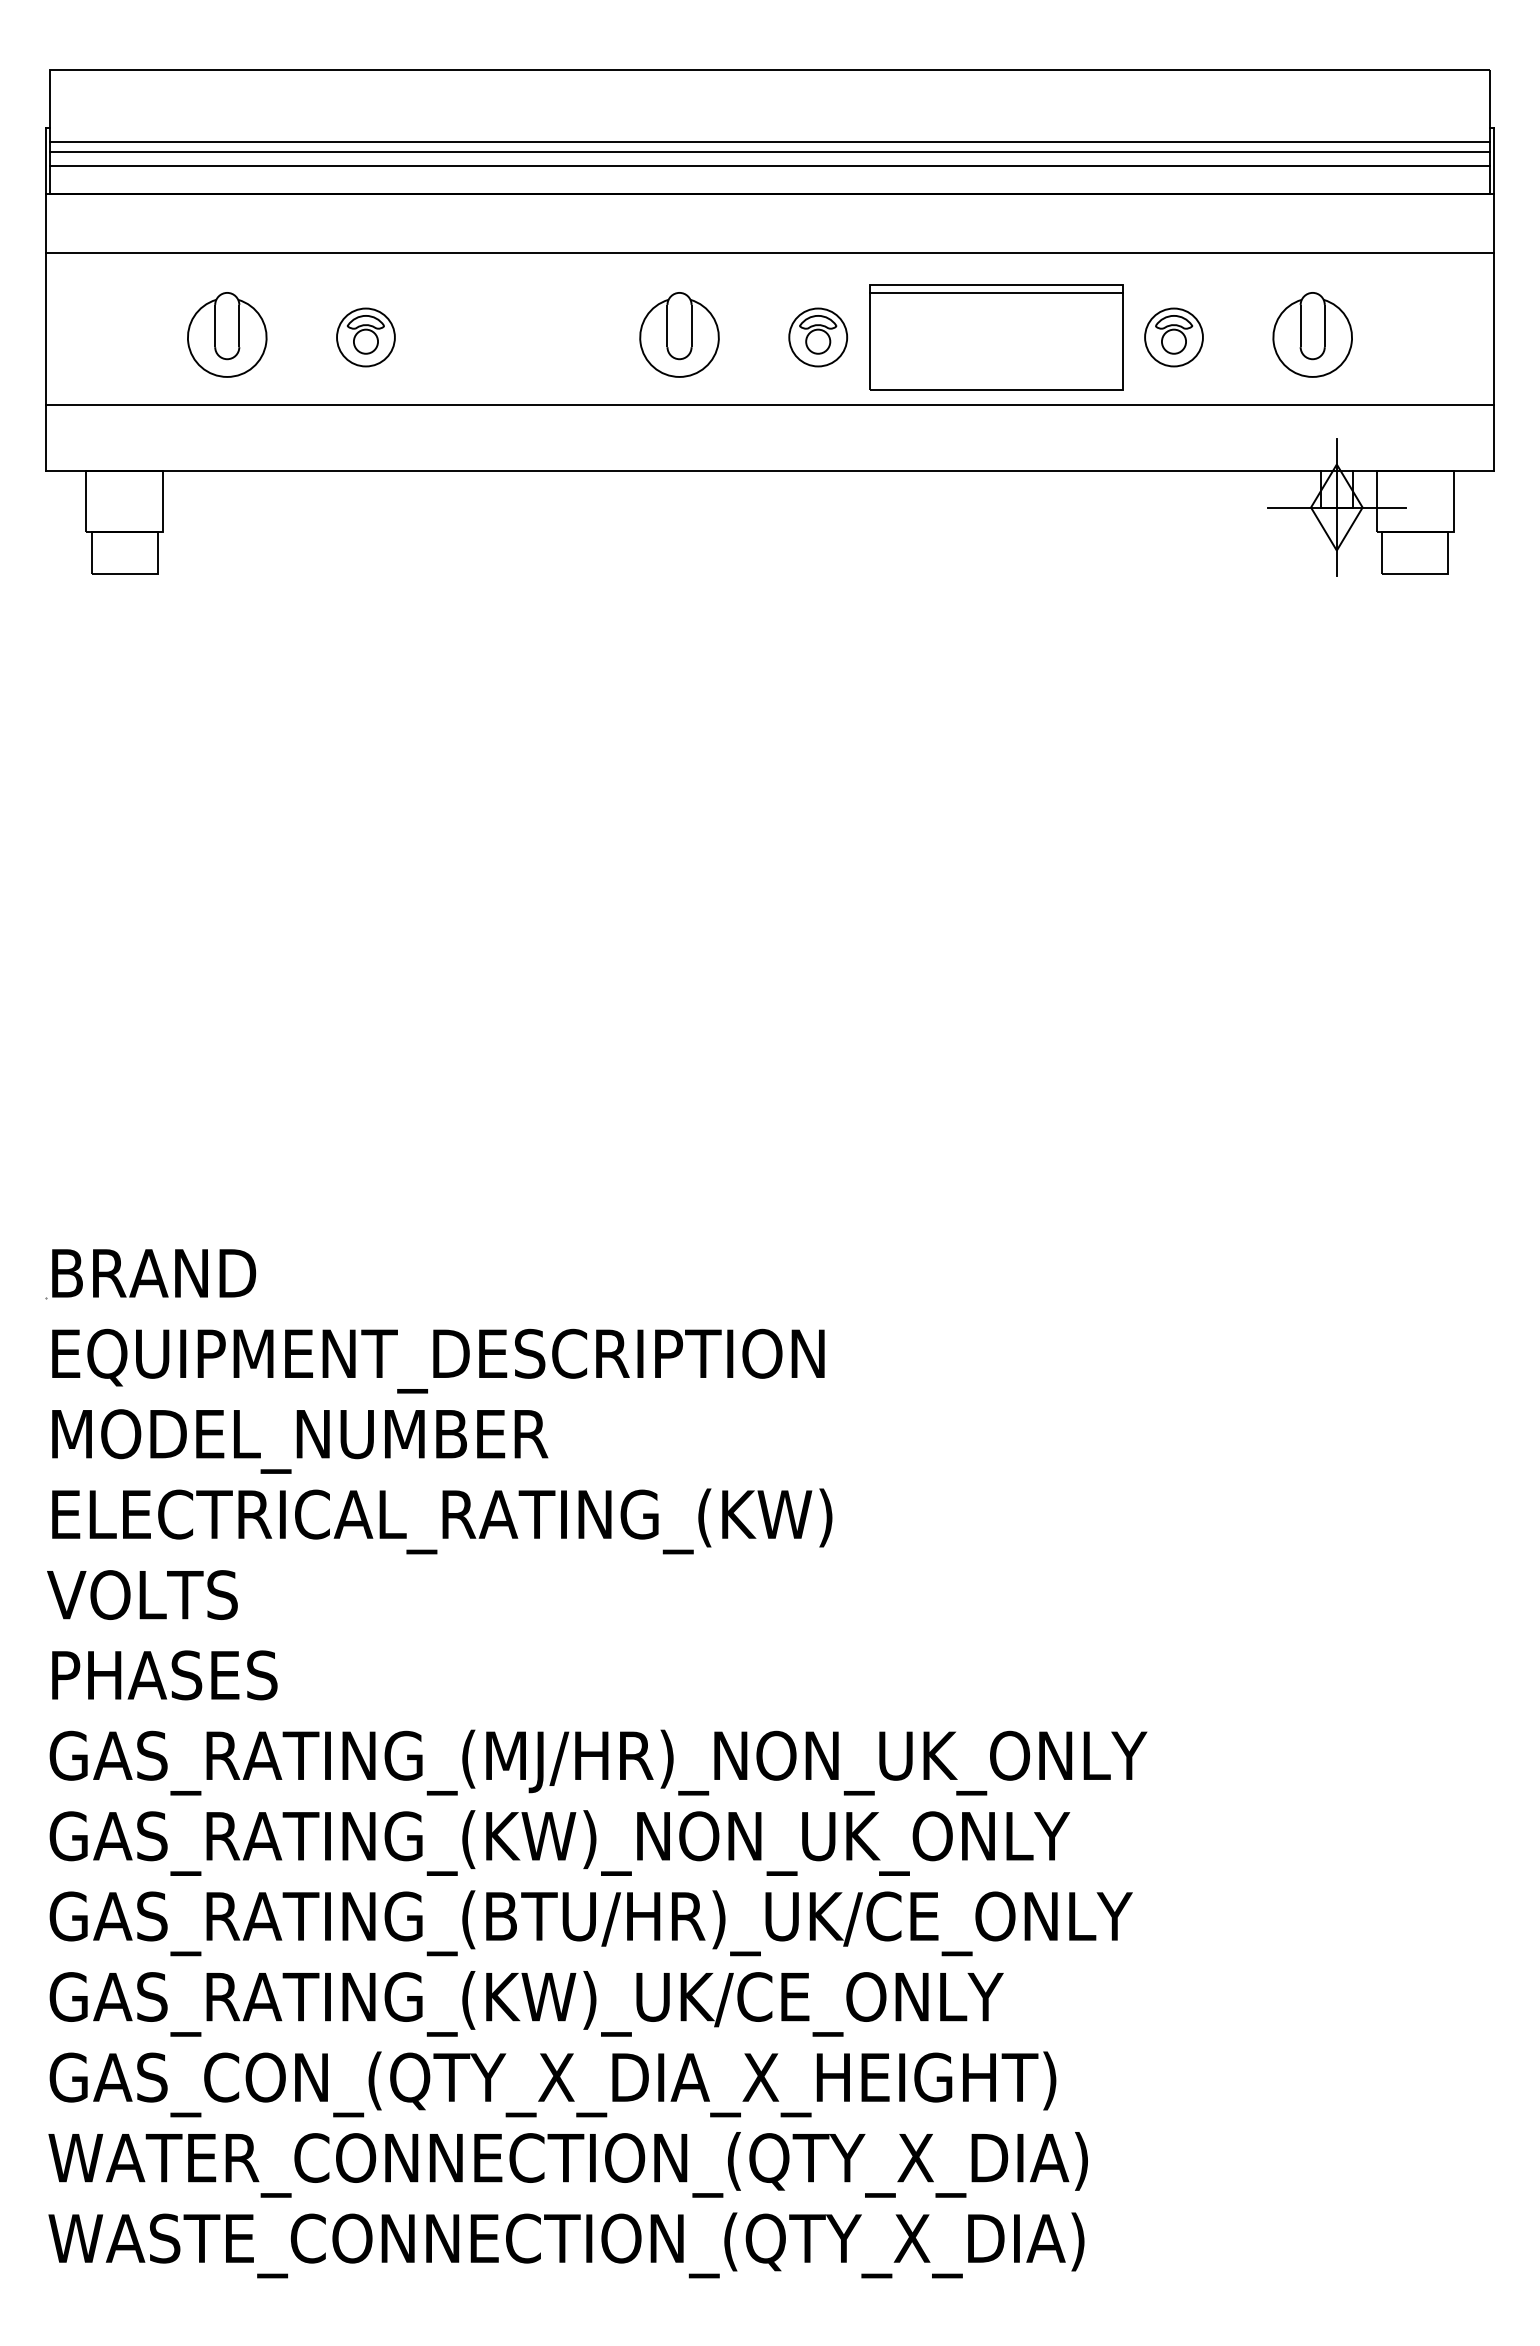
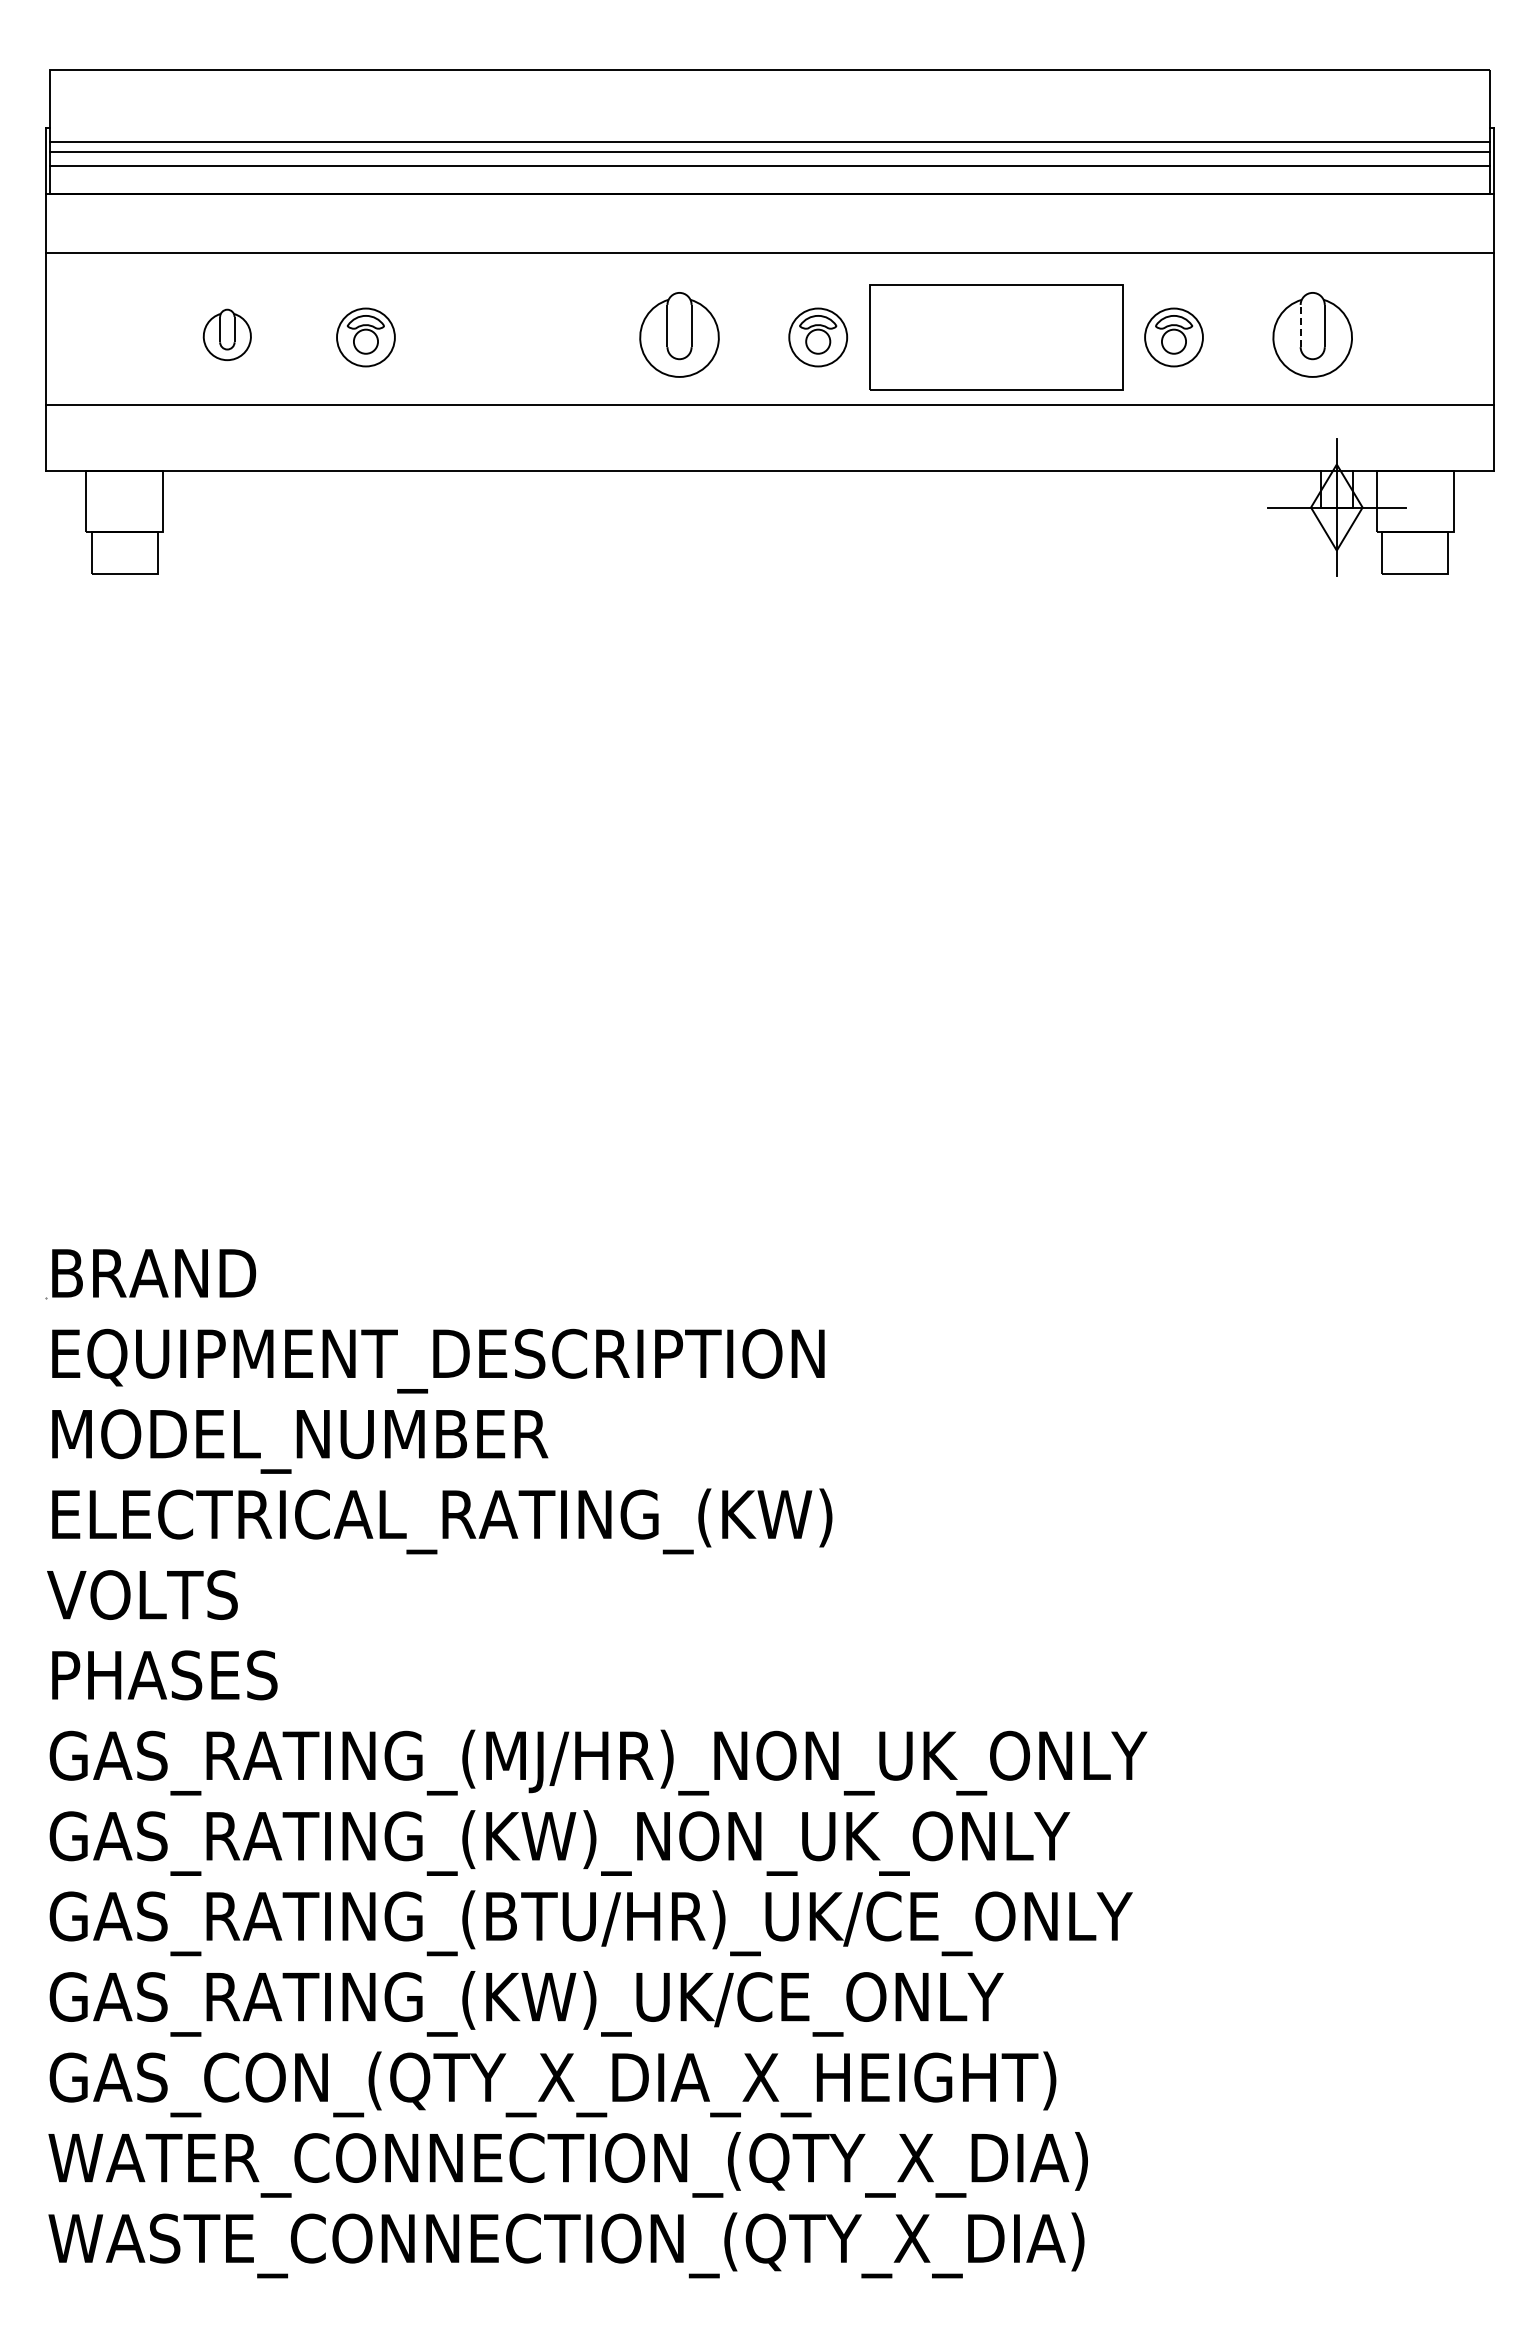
line at (995, 293): present -> none
line at (1300, 325): solid -> dashed
part at (227, 334) size: 81x86 px -> 50x54 px
